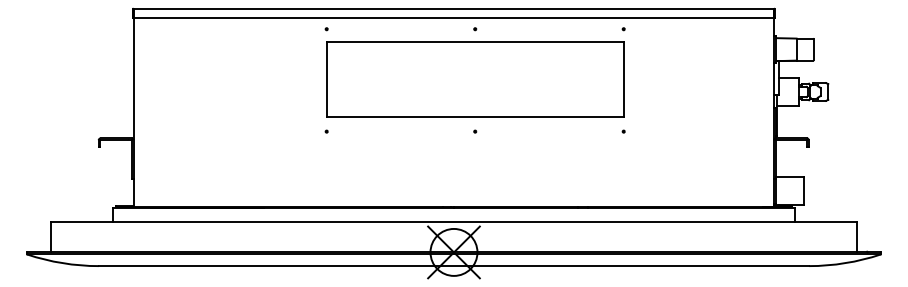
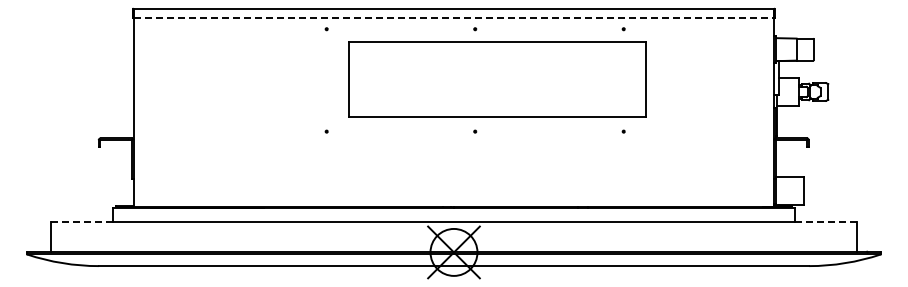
line at (454, 18): solid -> dashed
part at (475, 79) position: (475, 79) -> (497, 79)
line at (81, 221): solid -> dashed
line at (826, 221): solid -> dashed
